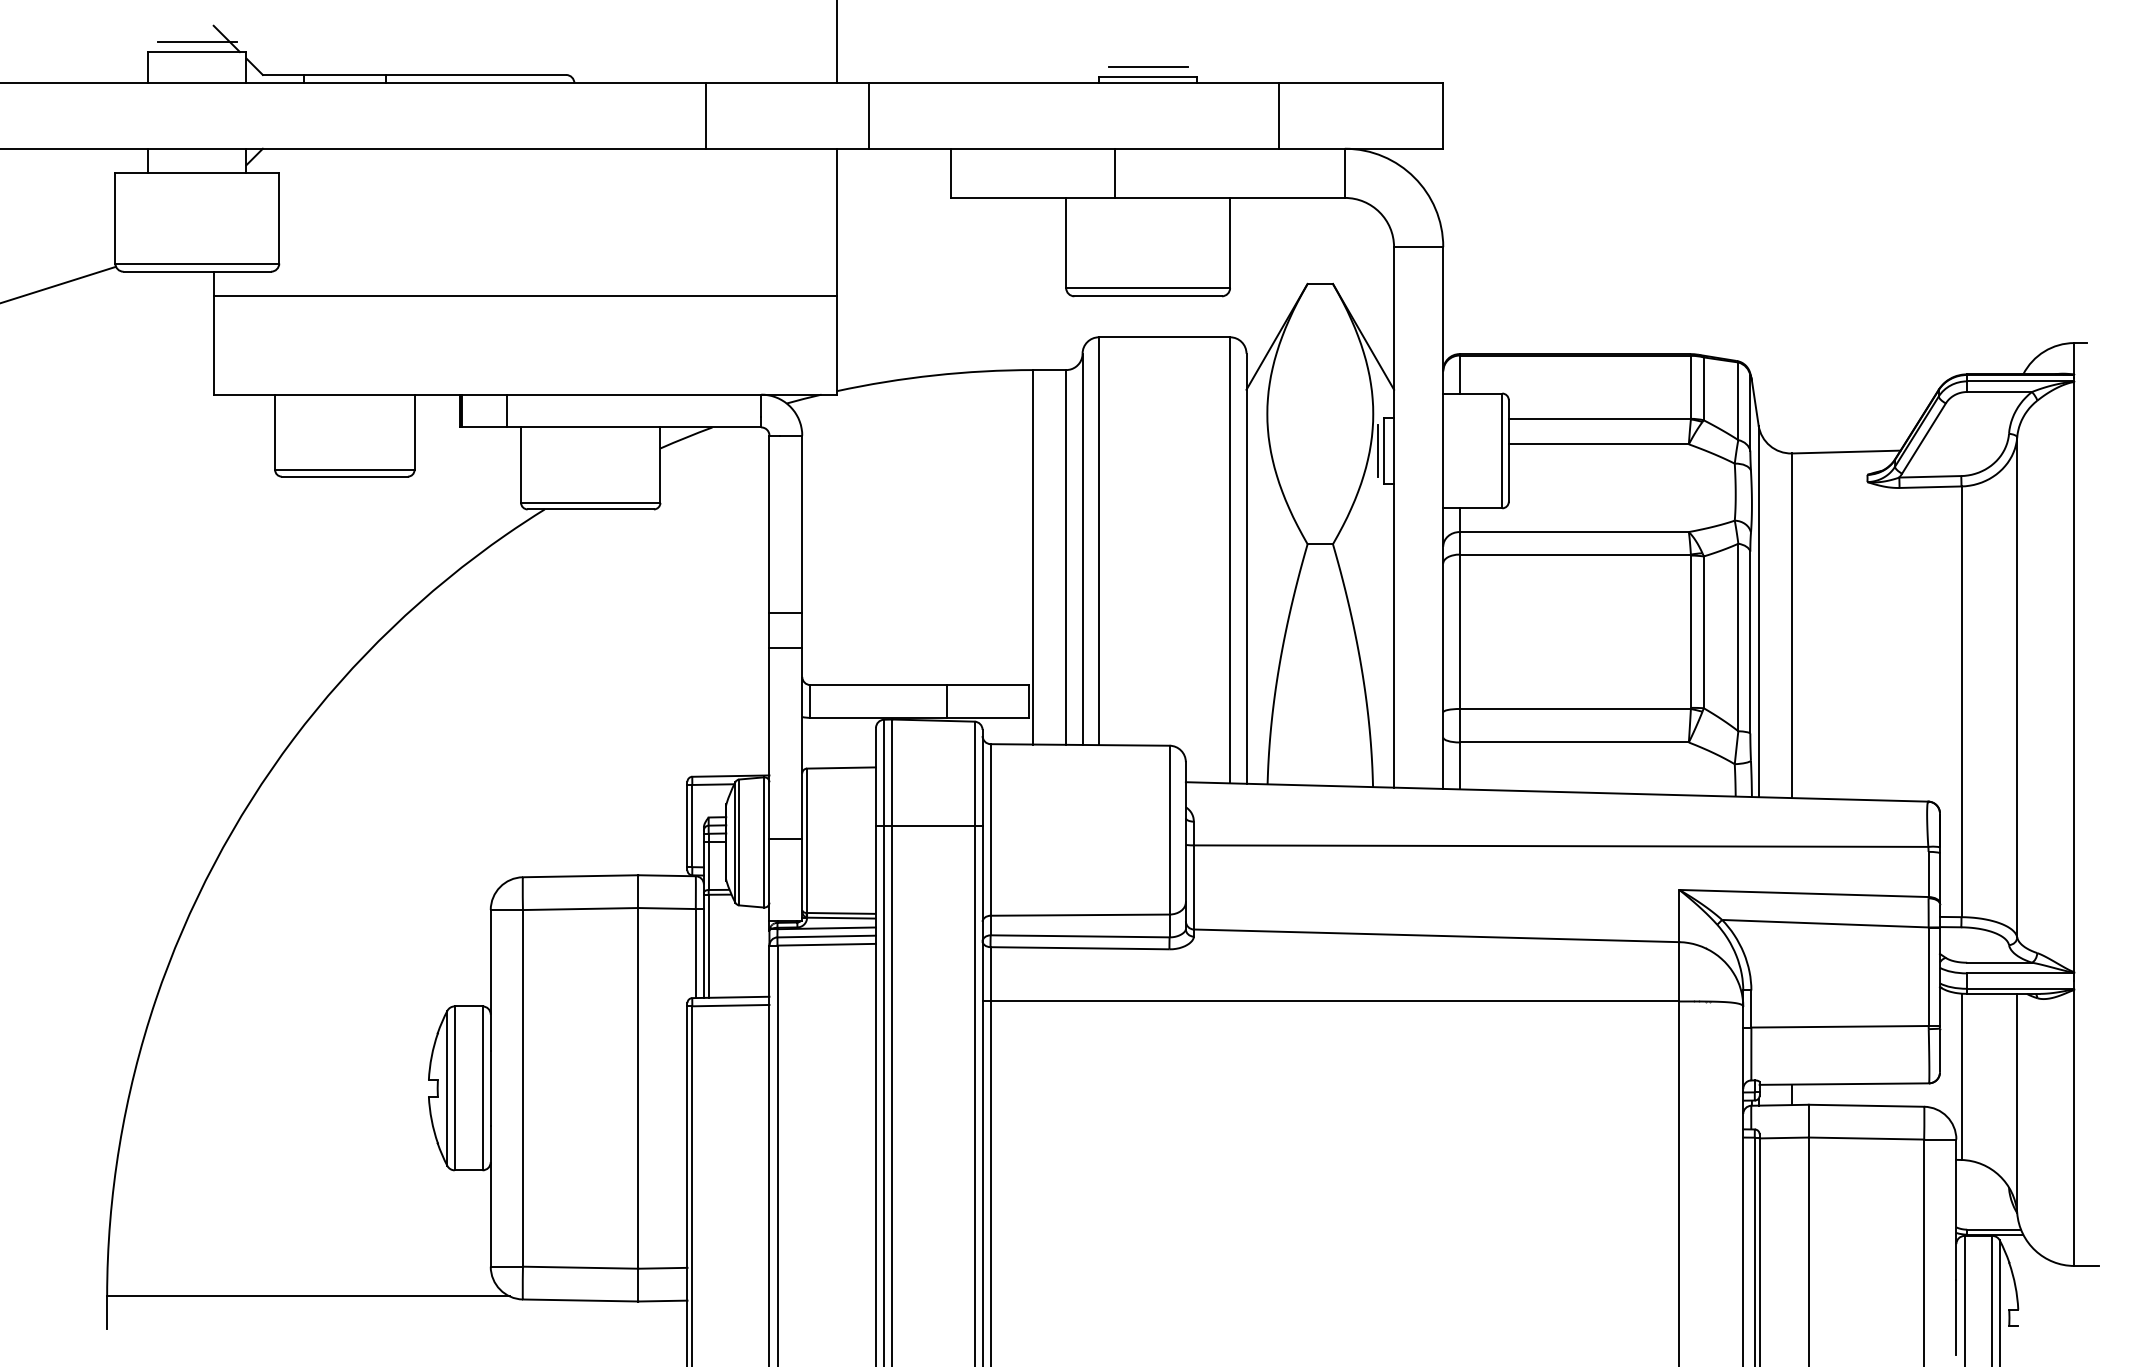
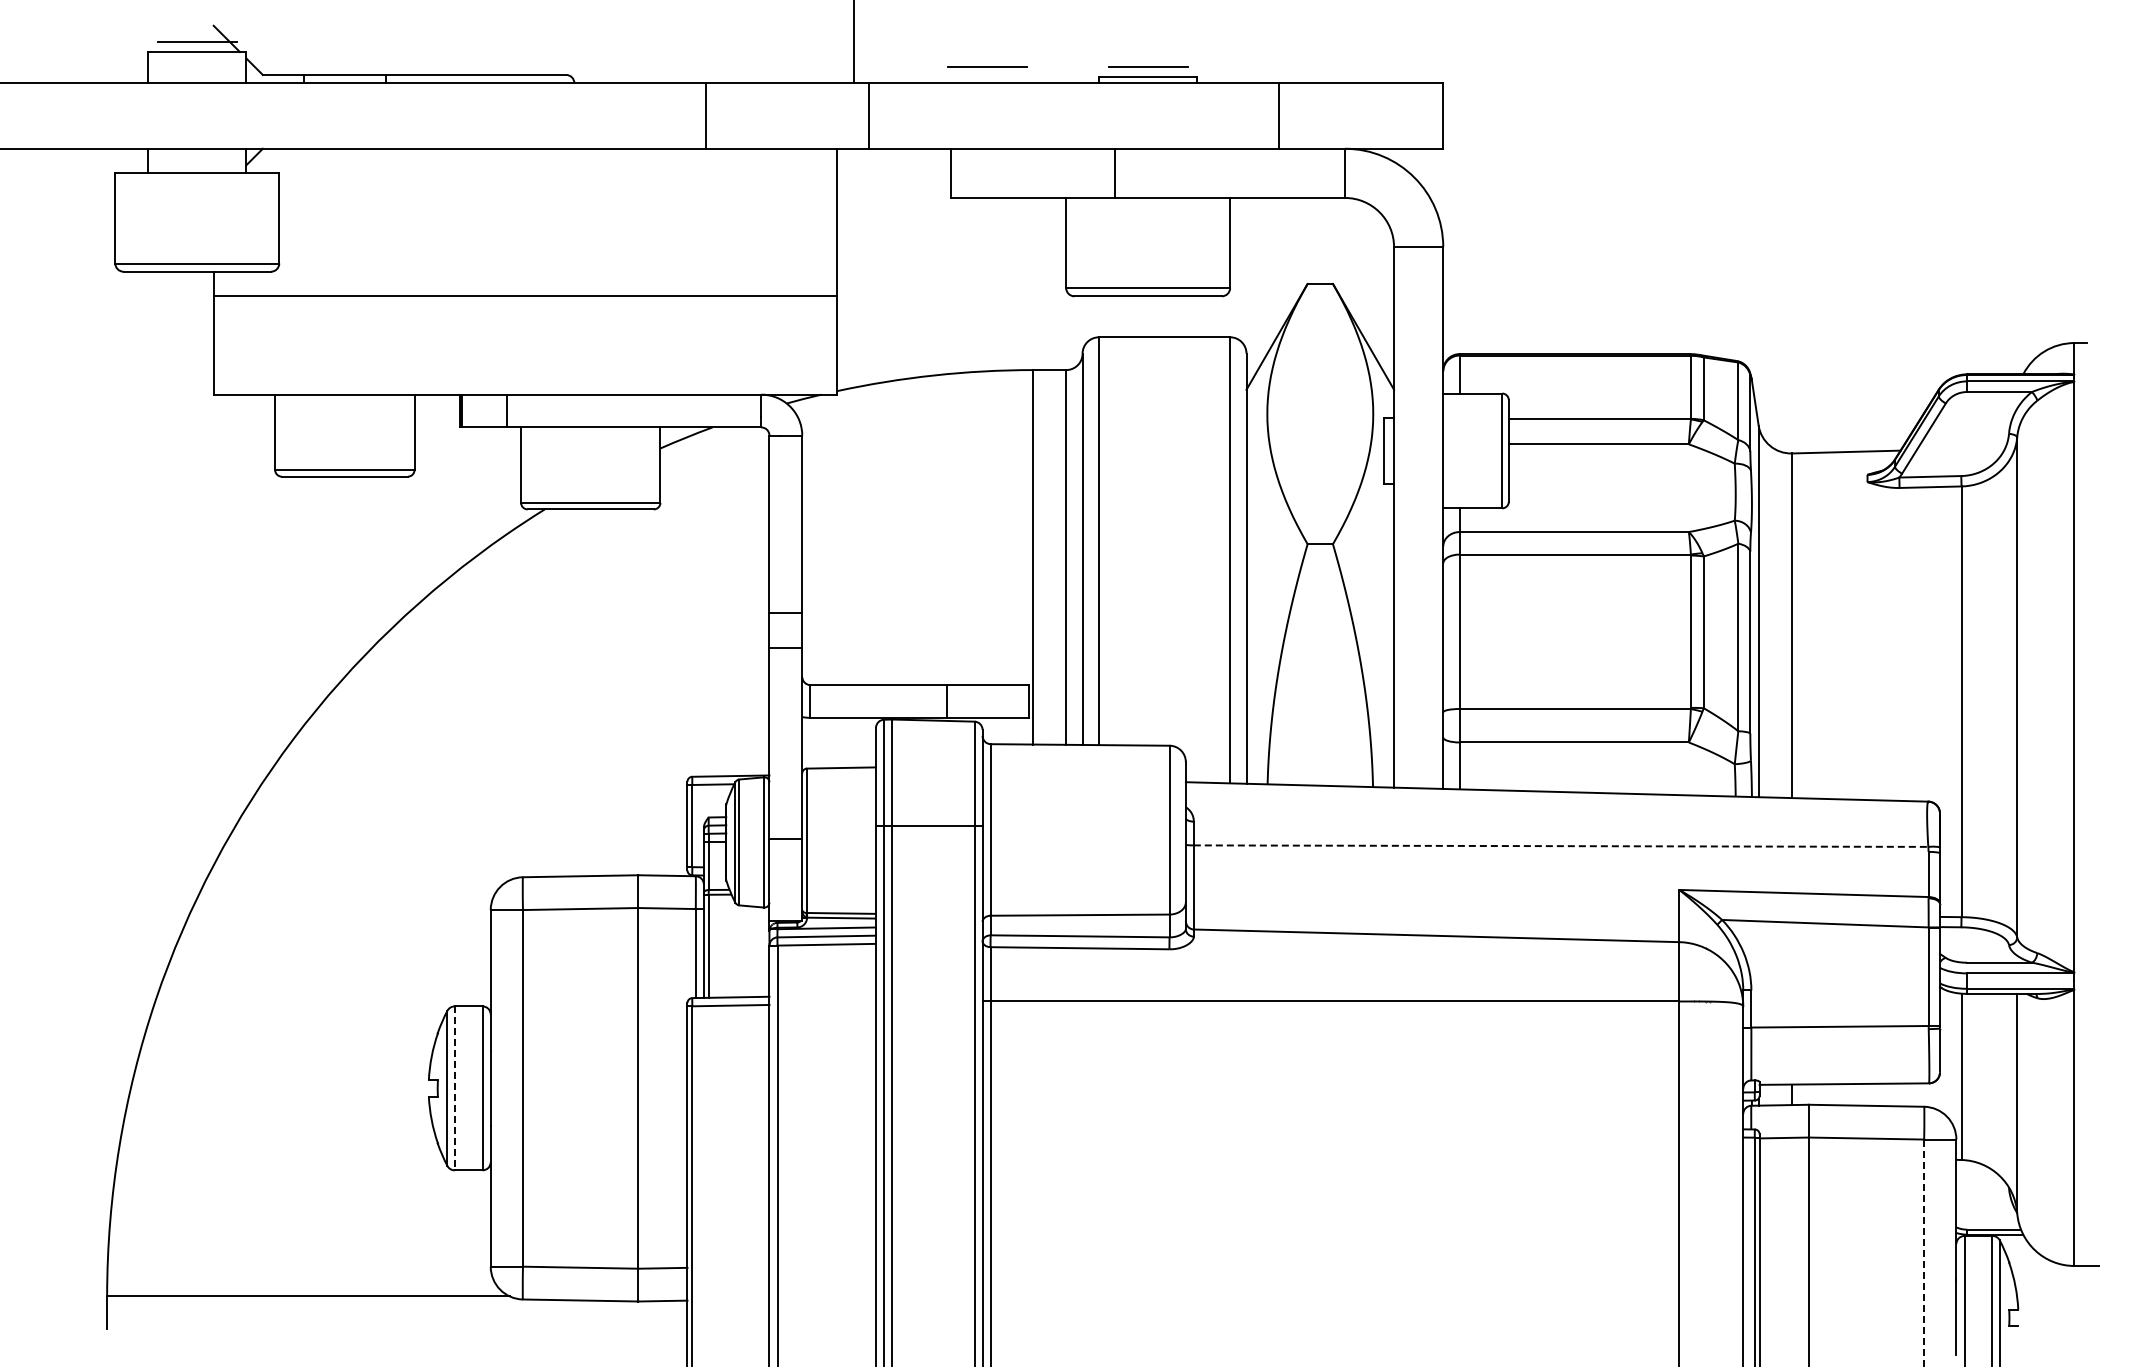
line at (836, 42) position: (836, 42) -> (853, 42)
line at (987, 66): none -> present
line at (59, 284): present -> none
line at (1377, 450): present -> none
line at (1561, 846): solid -> dashed
line at (454, 1088): solid -> dashed
line at (1924, 1253): solid -> dashed
